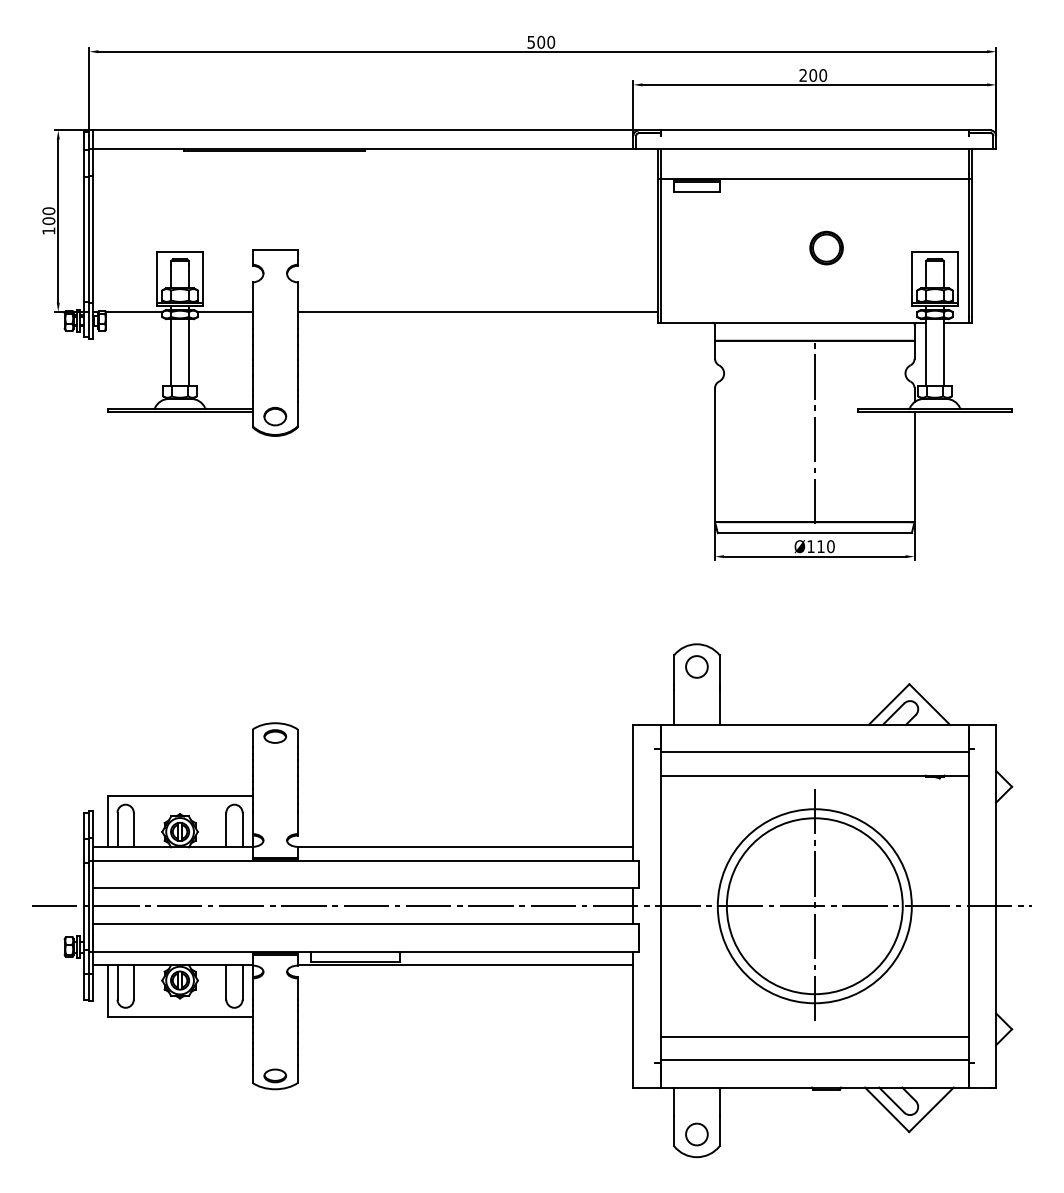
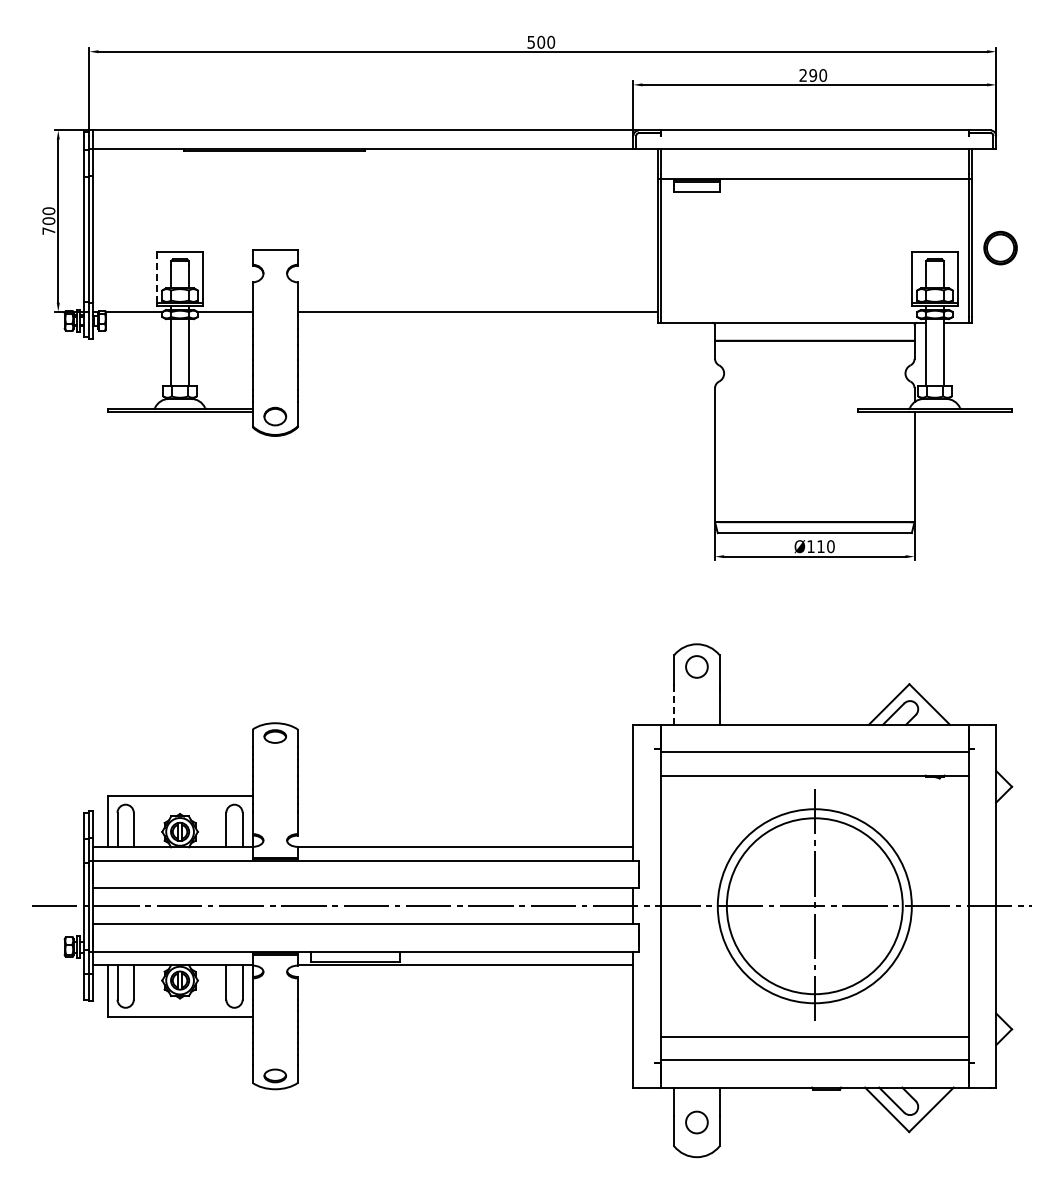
text at (812, 75): 200 -> 290
text at (48, 230): 100 -> 700
part at (826, 247) position: (826, 247) -> (1000, 247)
line at (157, 275): solid -> dashed
line at (814, 432): present -> none
line at (674, 707): solid -> dashed
circle at (696, 1134) position: (696, 1134) -> (696, 1122)
